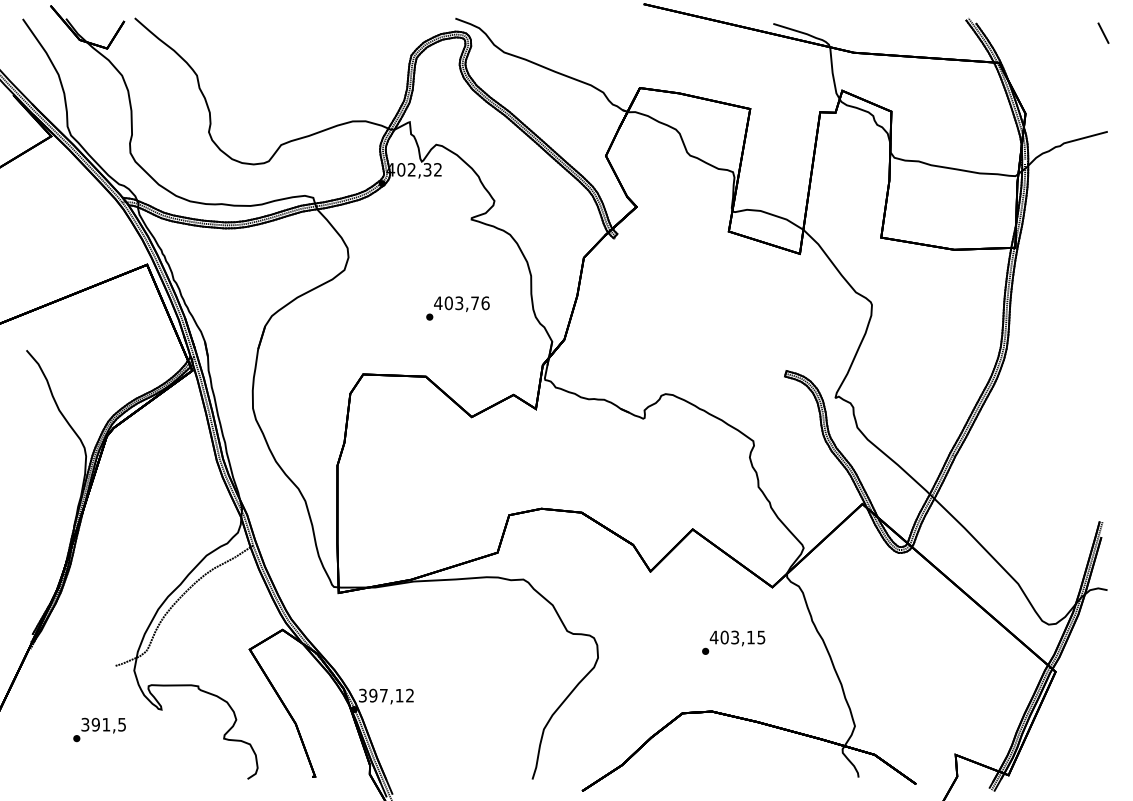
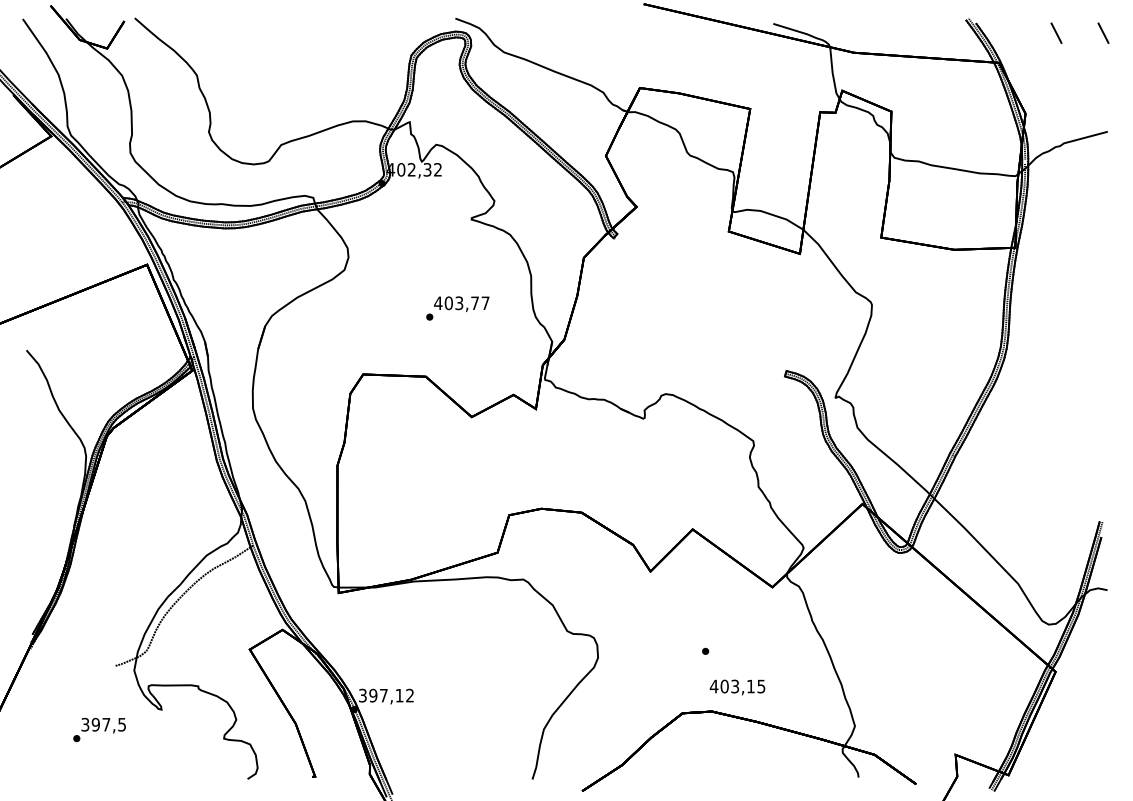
line at (1056, 32): none -> present
text at (485, 303): 403,76 -> 403,77
text at (737, 638) position: (737, 638) -> (737, 687)
text at (106, 724): 391,5 -> 397,5
